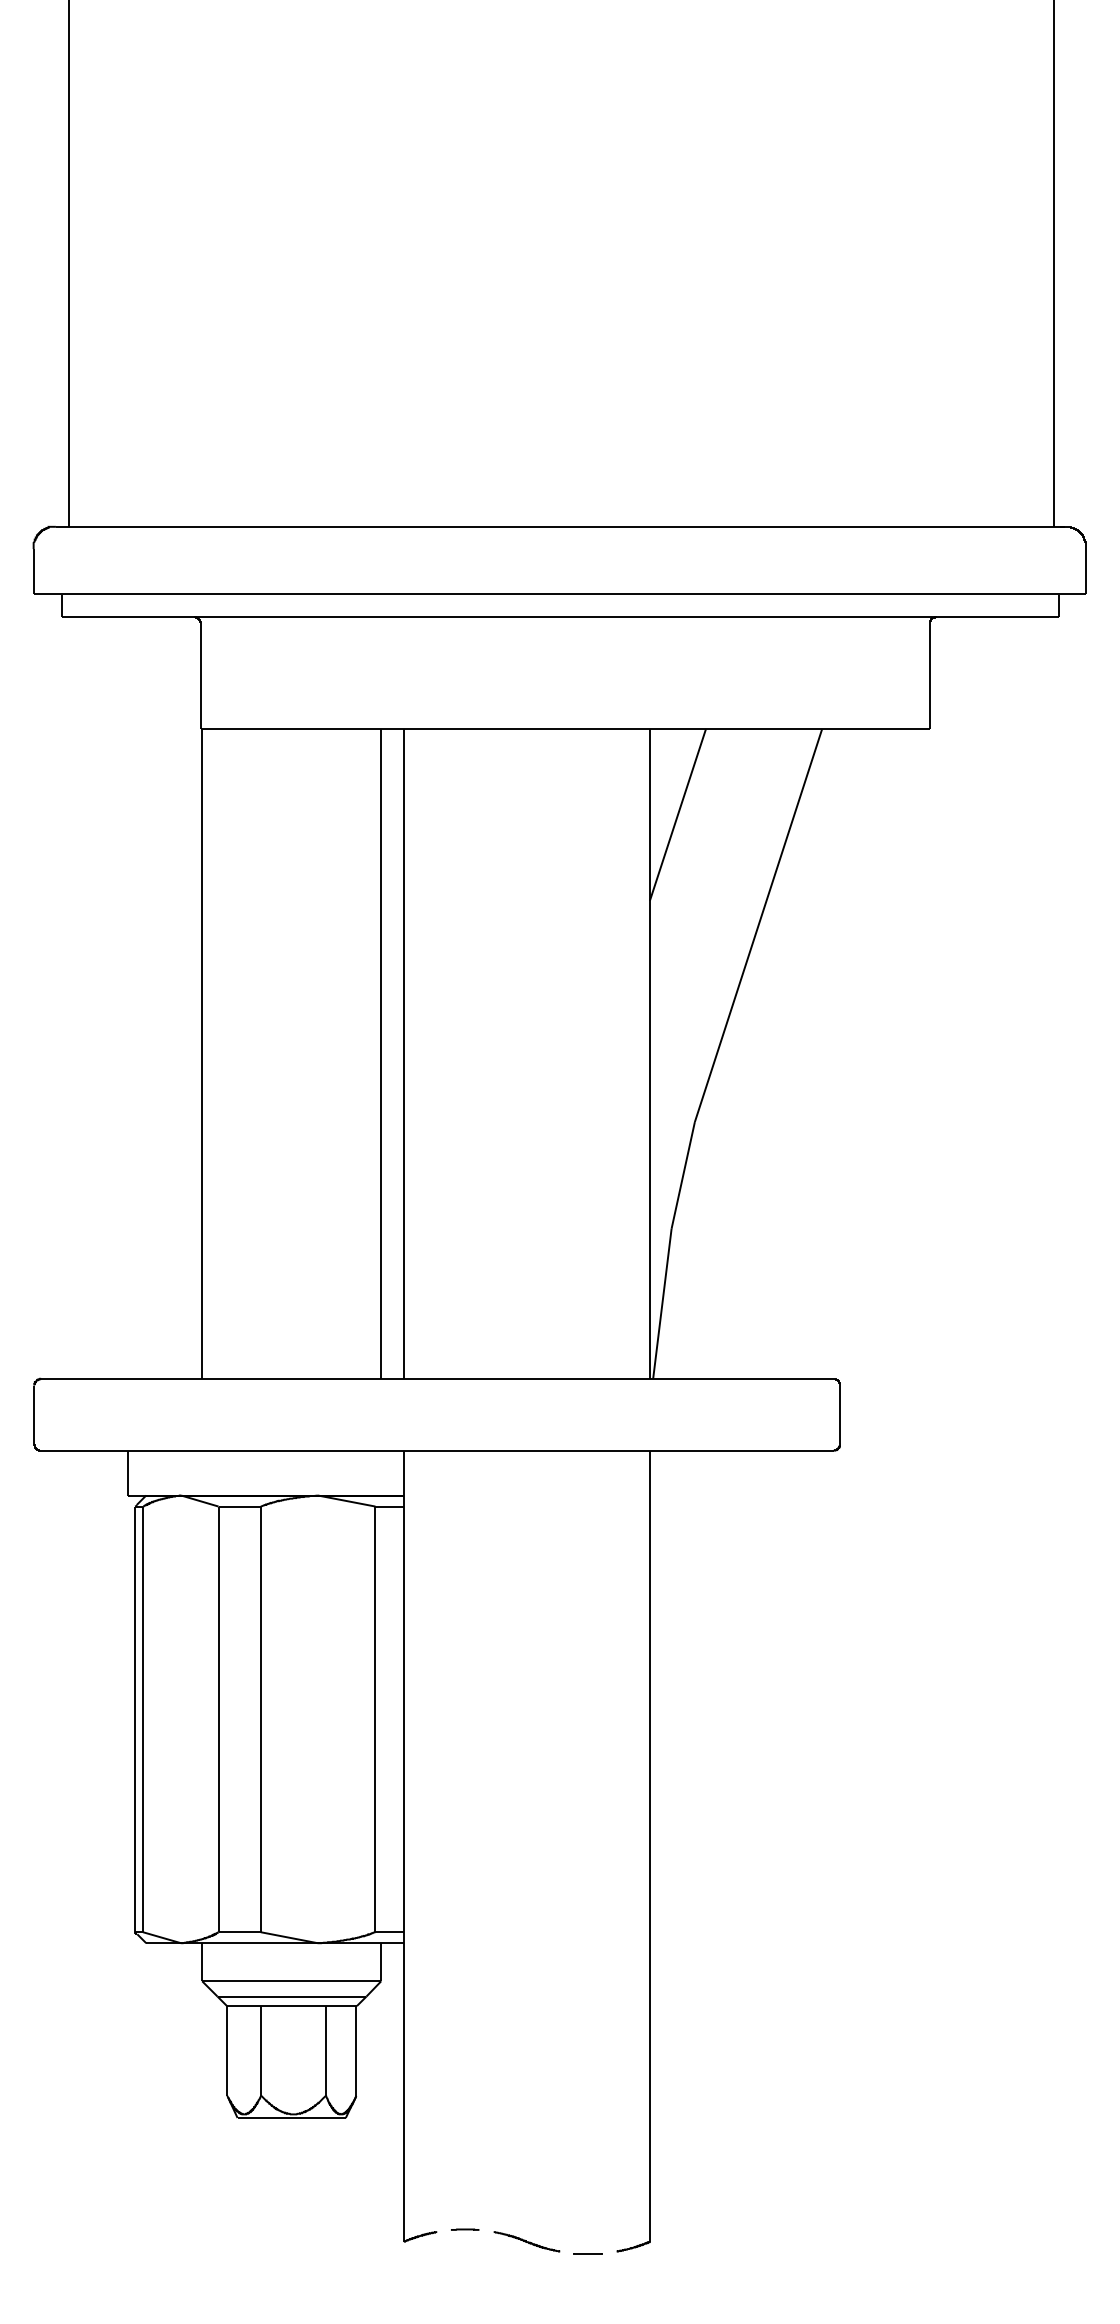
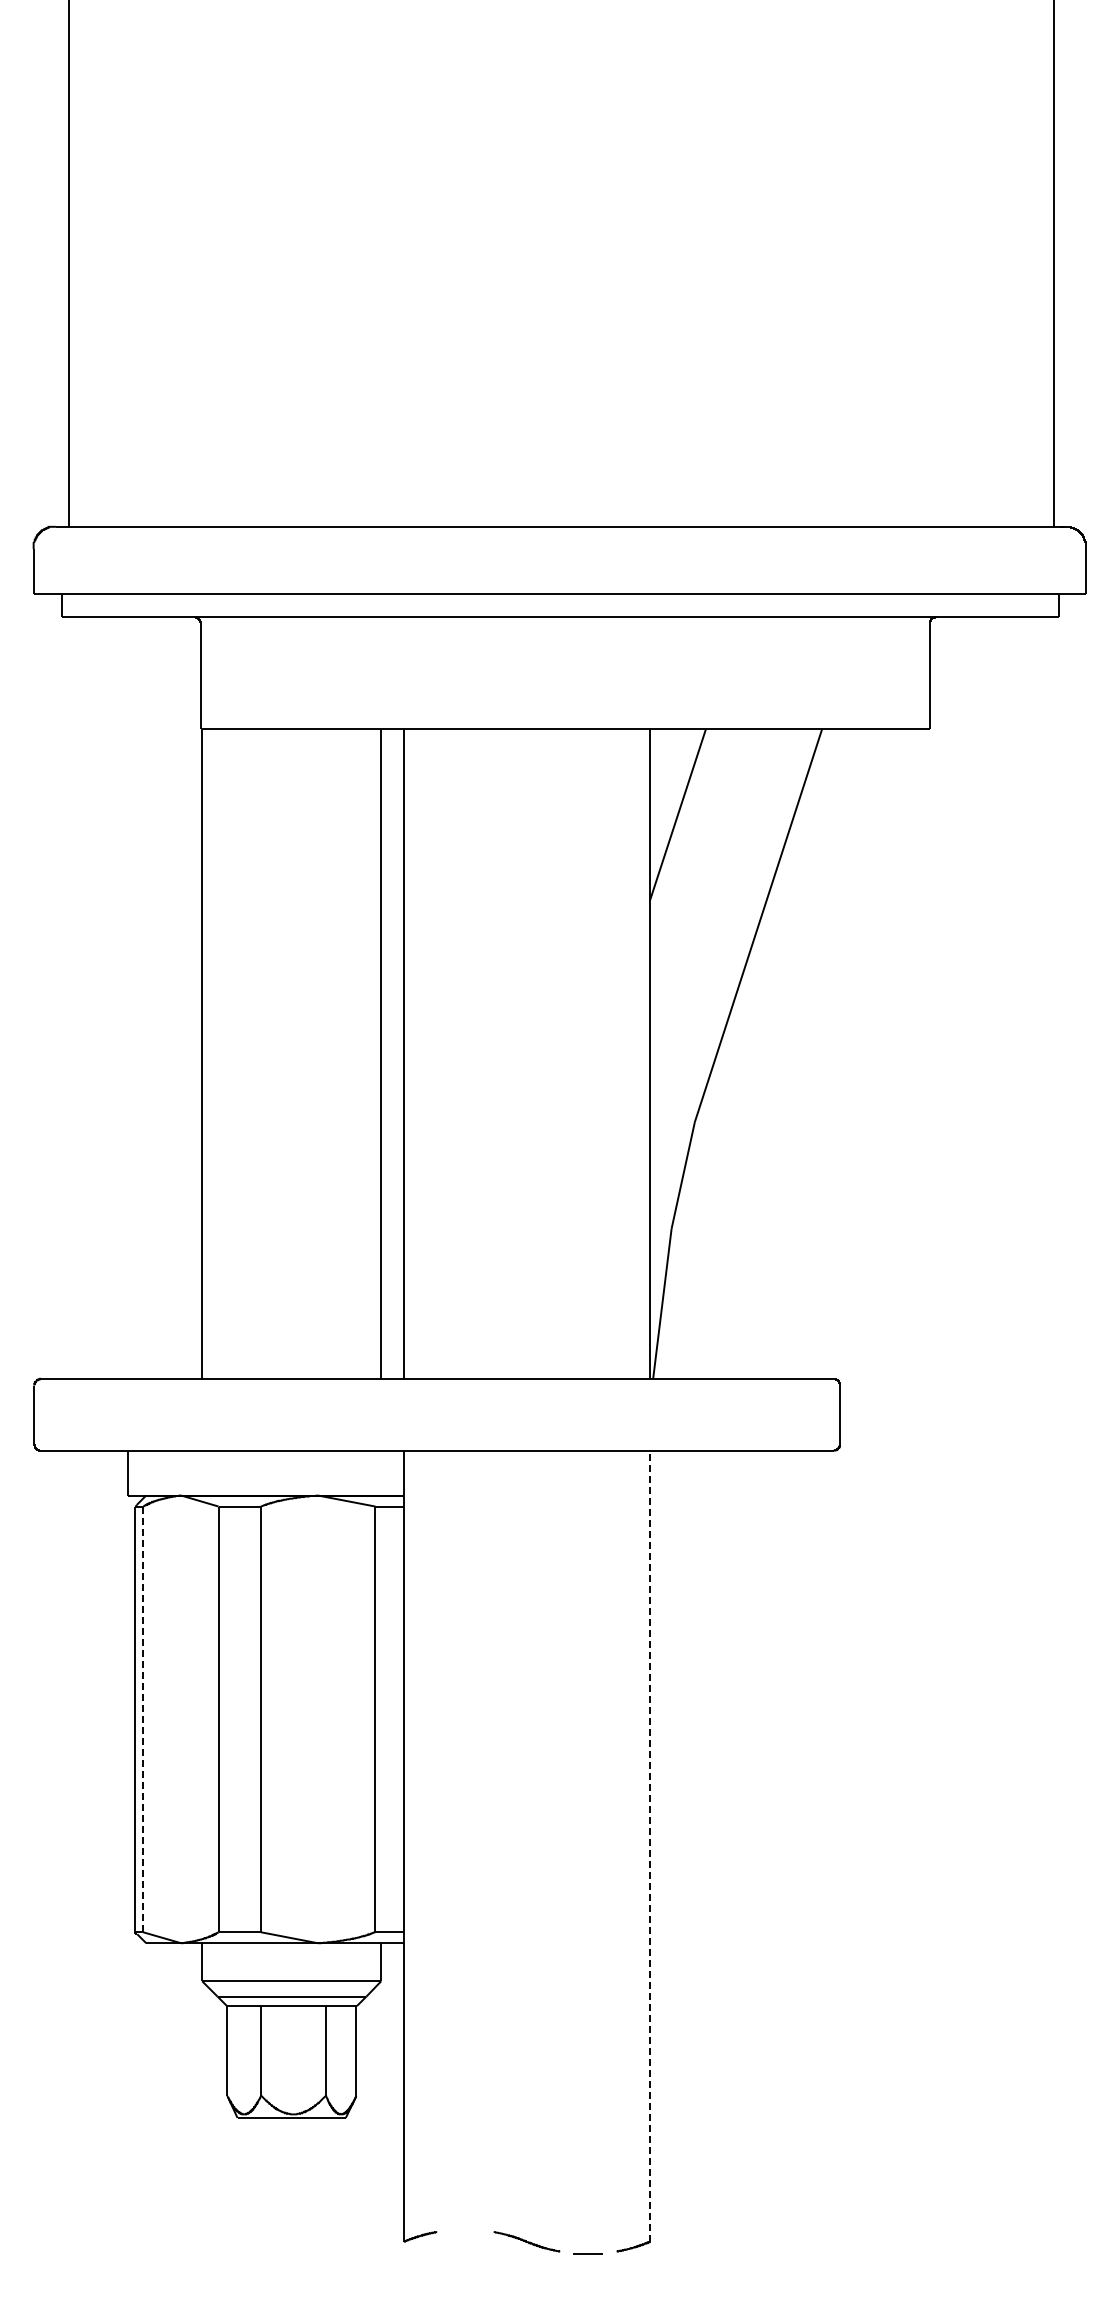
line at (143, 1719): solid -> dashed
line at (649, 1846): solid -> dashed
line at (465, 2229): present -> none
